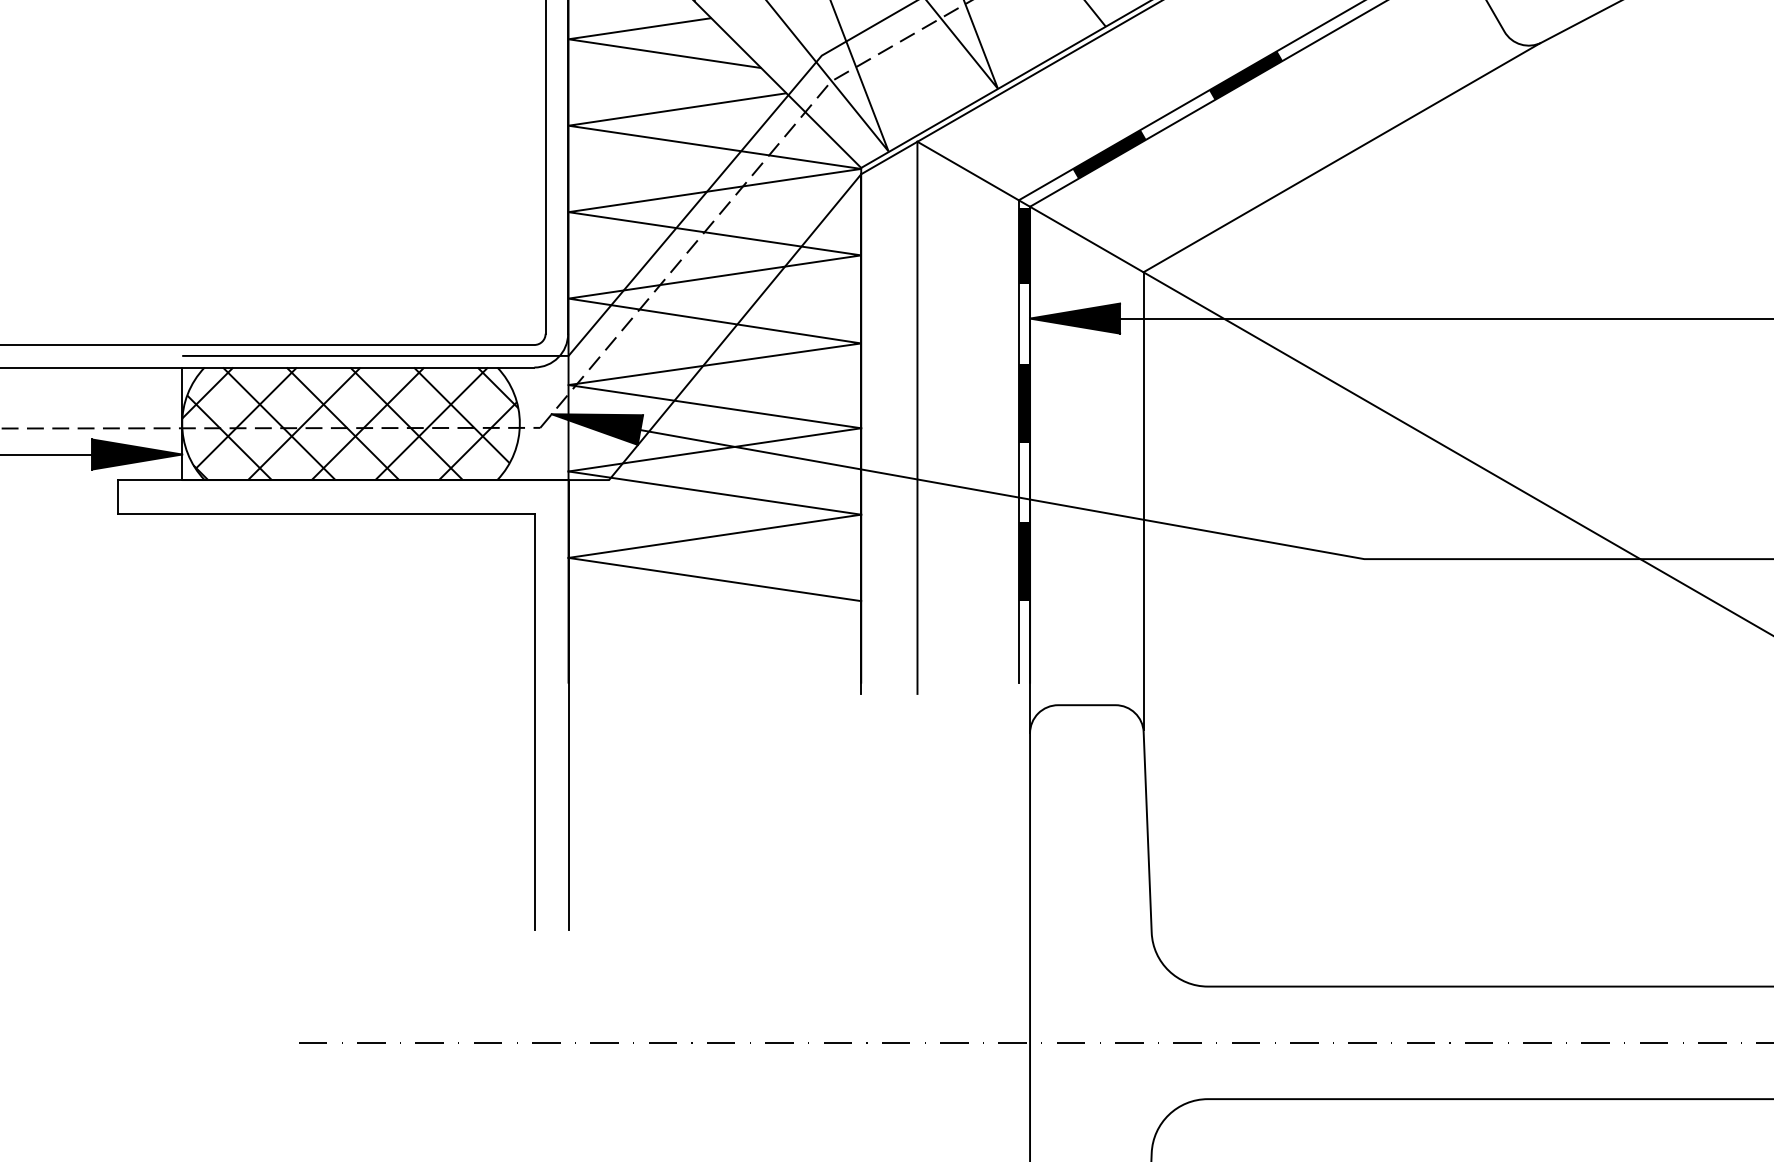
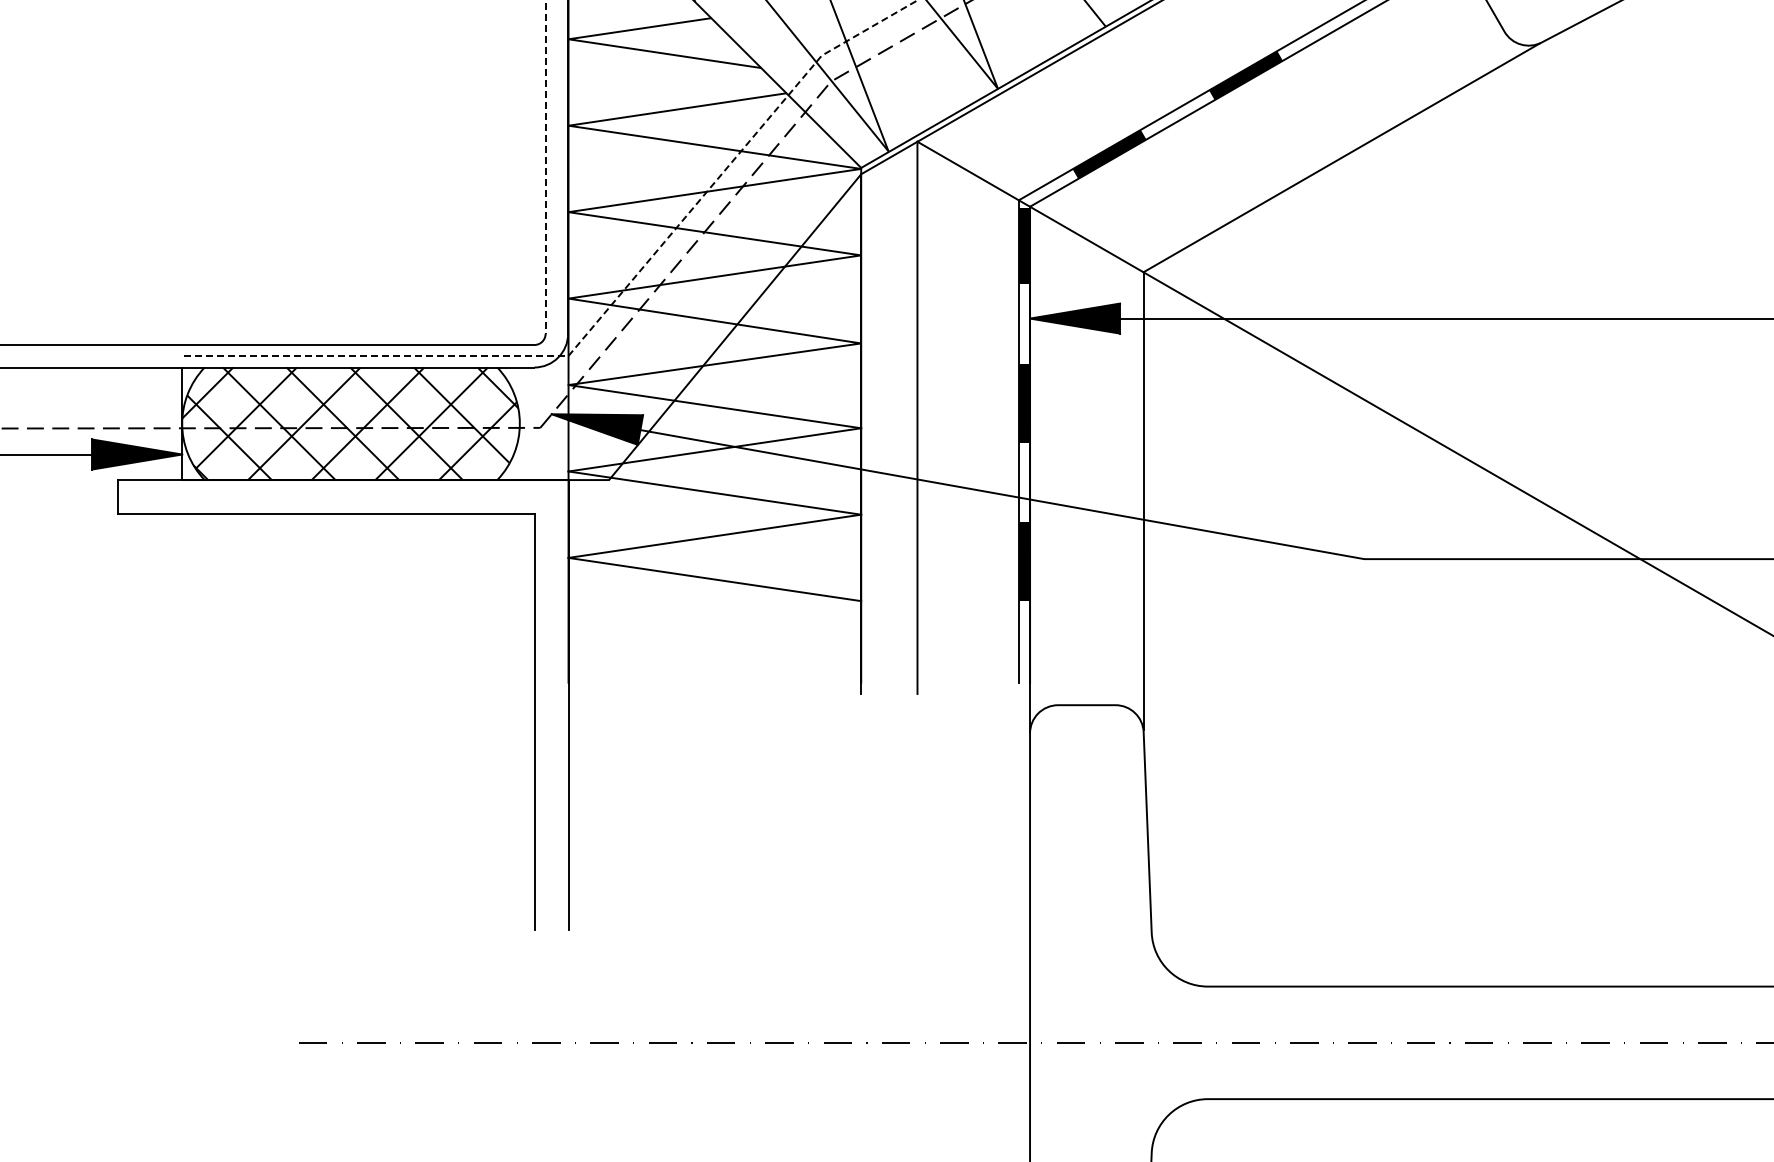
line at (545, 166): solid -> dashed
line at (605, 311): solid -> dashed
